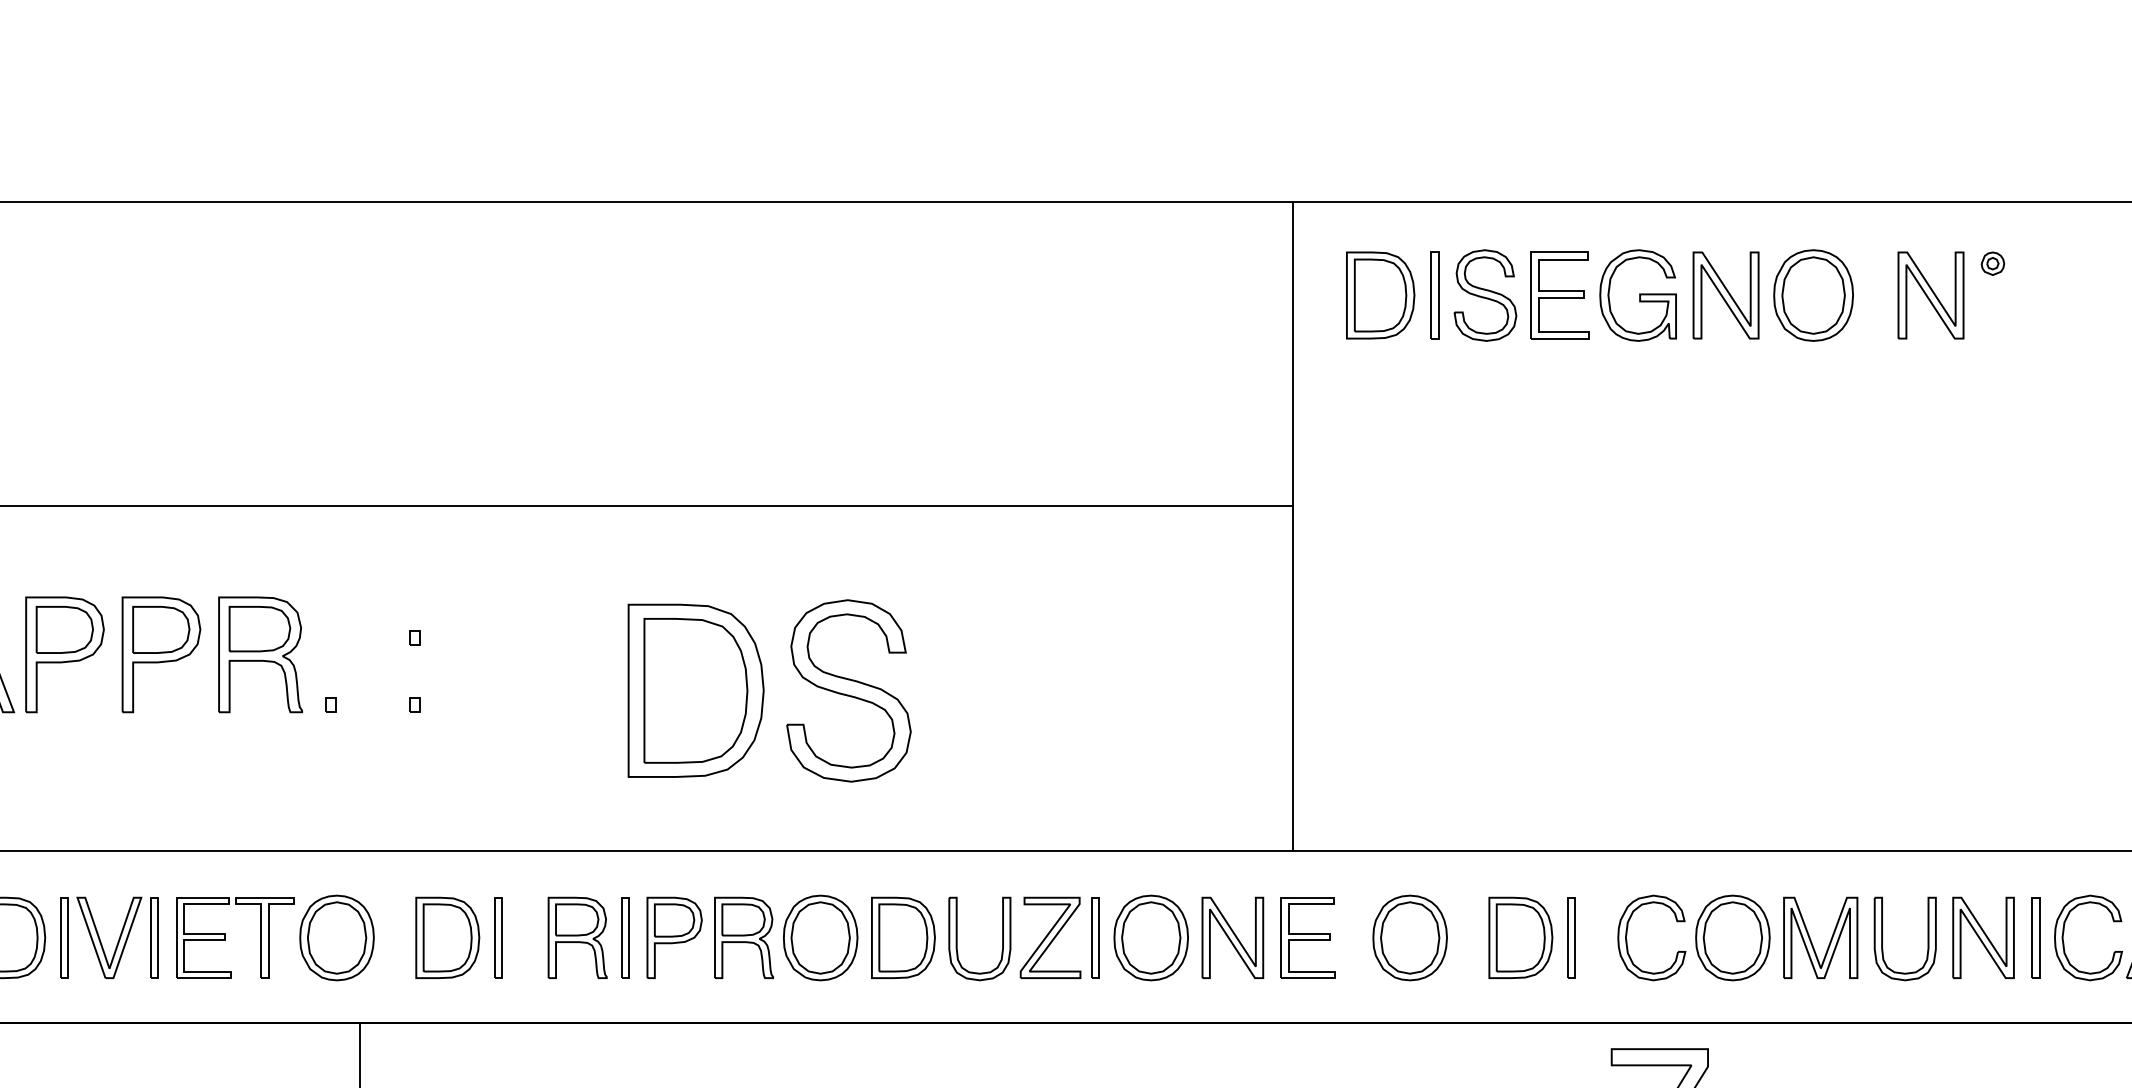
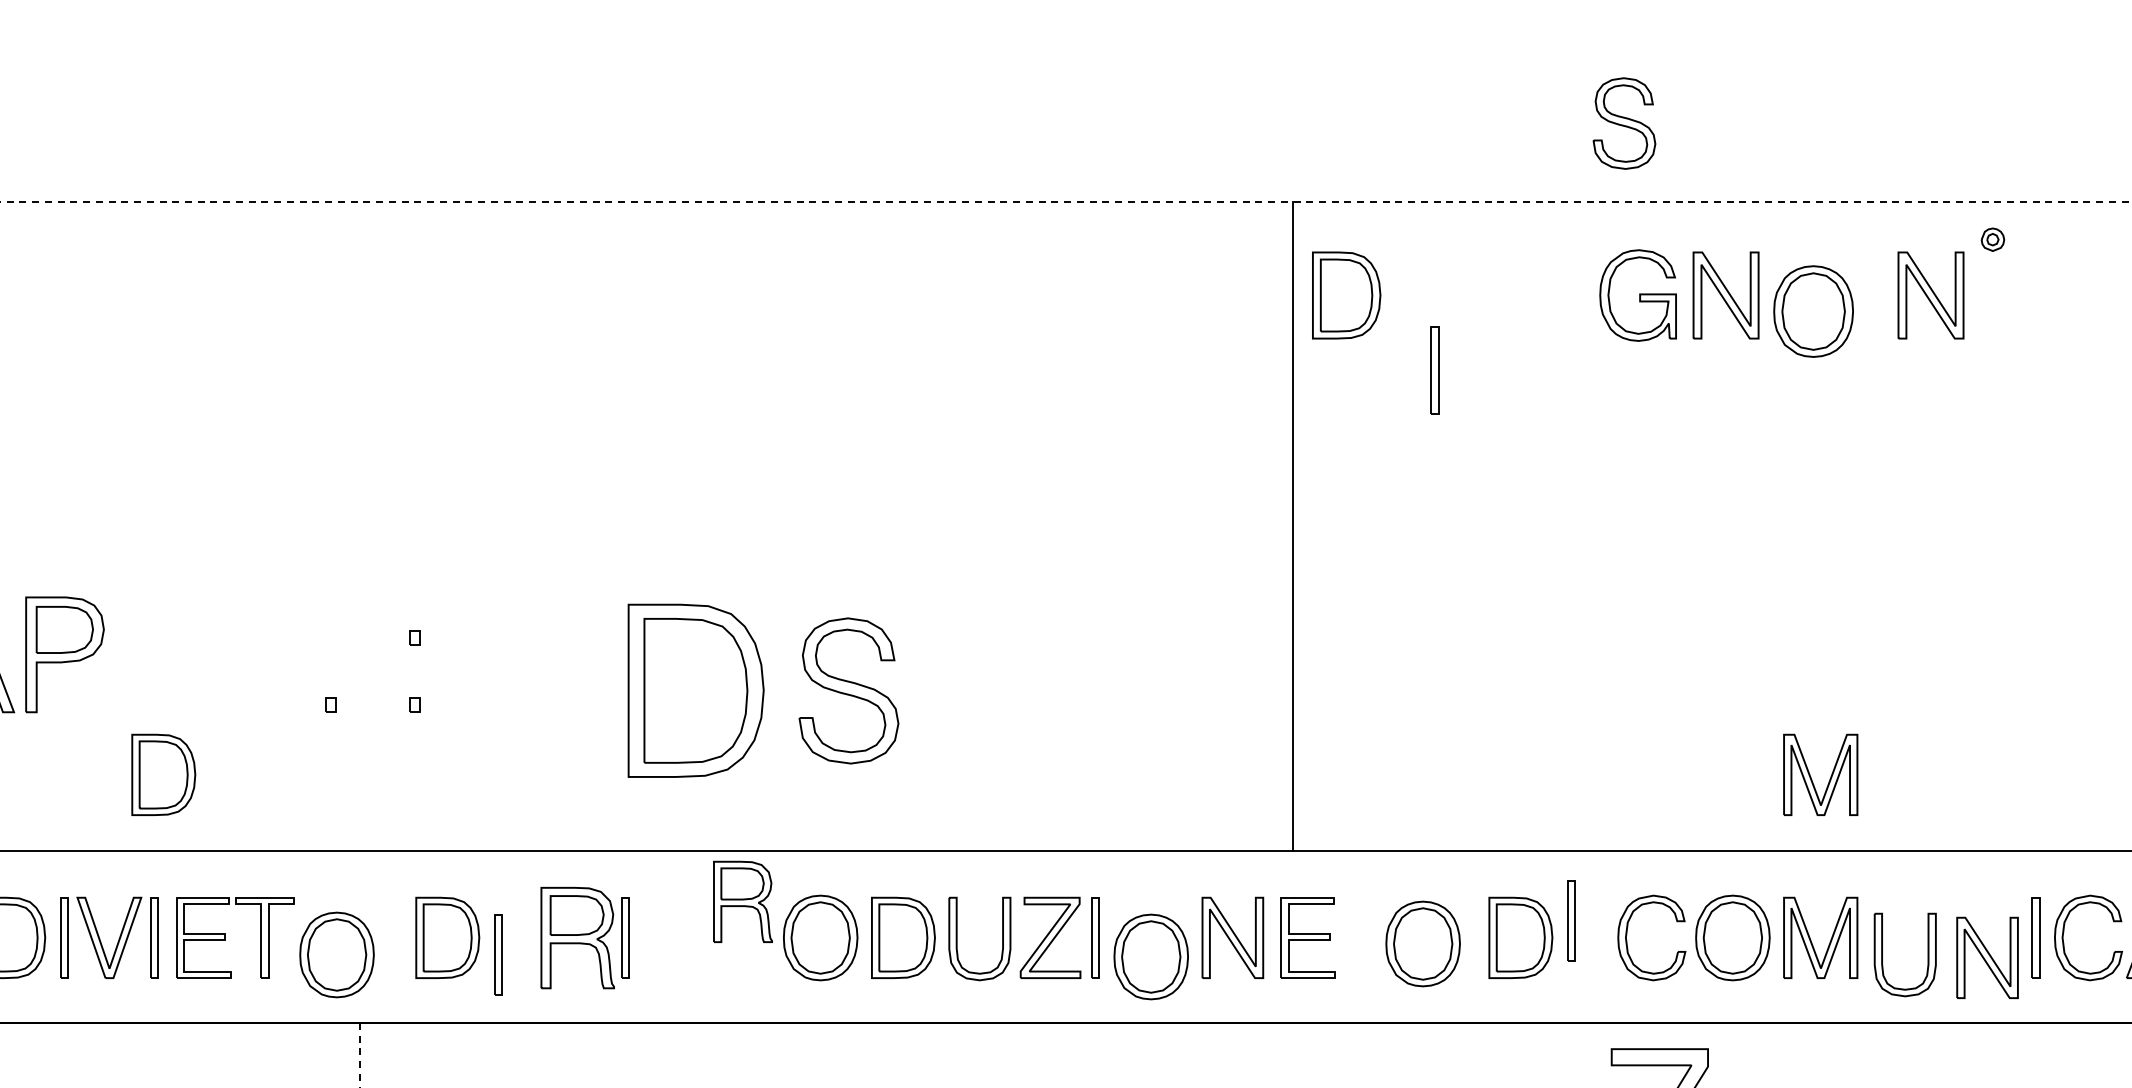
line at (1066, 202): solid -> dashed
part at (1992, 263) position: (1992, 263) -> (1992, 239)
part at (1380, 295) position: (1380, 295) -> (1346, 295)
part at (1434, 295) position: (1434, 295) -> (1434, 370)
part at (1485, 295) position: (1485, 295) -> (1624, 123)
part at (1559, 295): present -> none
part at (1813, 295) position: (1813, 295) -> (1813, 311)
line at (647, 506): present -> none
part at (161, 654): present -> none
part at (260, 654): present -> none
part at (848, 690) size: 126x184 px -> 102x148 px
part at (163, 774): none -> present
part at (1811, 776): none -> present
part at (336, 937) position: (336, 937) -> (336, 954)
part at (498, 937) position: (498, 937) -> (498, 954)
part at (577, 937) size: 61x83 px -> 75x104 px
part at (674, 937): present -> none
part at (743, 937) position: (743, 937) -> (742, 901)
part at (1150, 937) position: (1150, 937) -> (1150, 956)
part at (1409, 937) position: (1409, 937) -> (1422, 943)
part at (1571, 937) position: (1571, 937) -> (1571, 920)
part at (1983, 937) position: (1983, 937) -> (1987, 957)
part at (1882, 938) position: (1882, 938) -> (1882, 954)
line at (359, 1054): solid -> dashed
